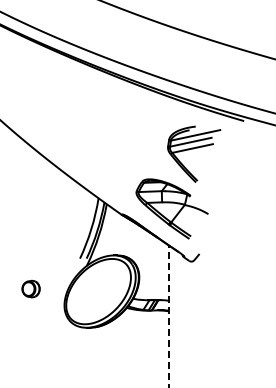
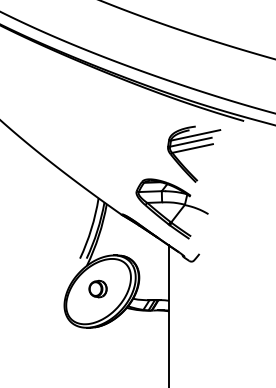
part at (30, 288) position: (30, 288) -> (97, 288)
line at (168, 316): dashed -> solid
